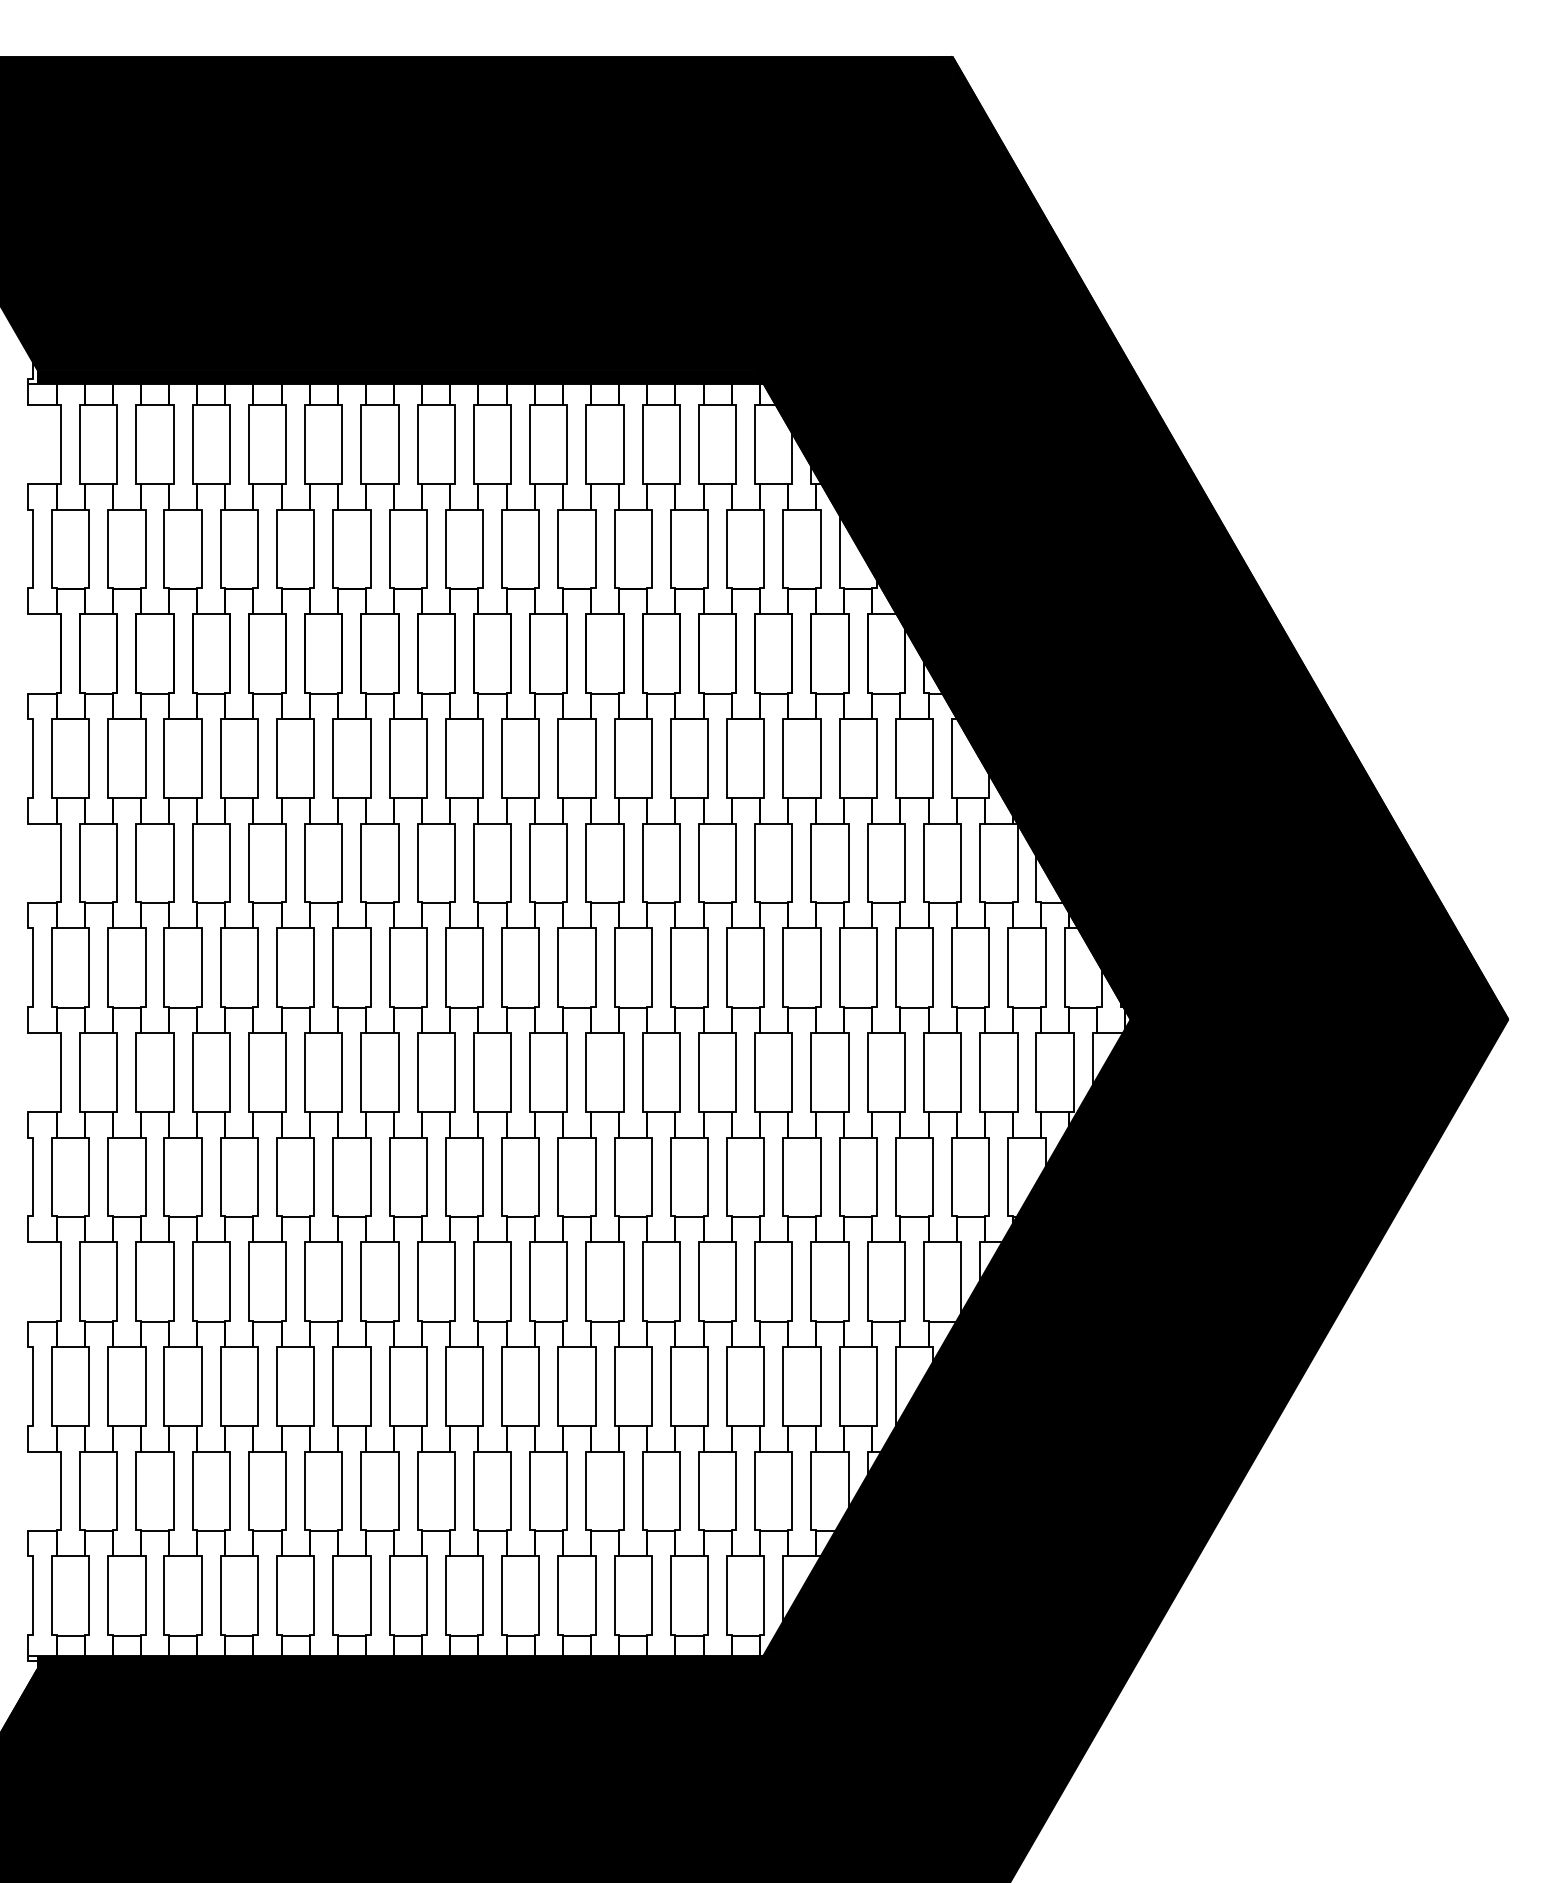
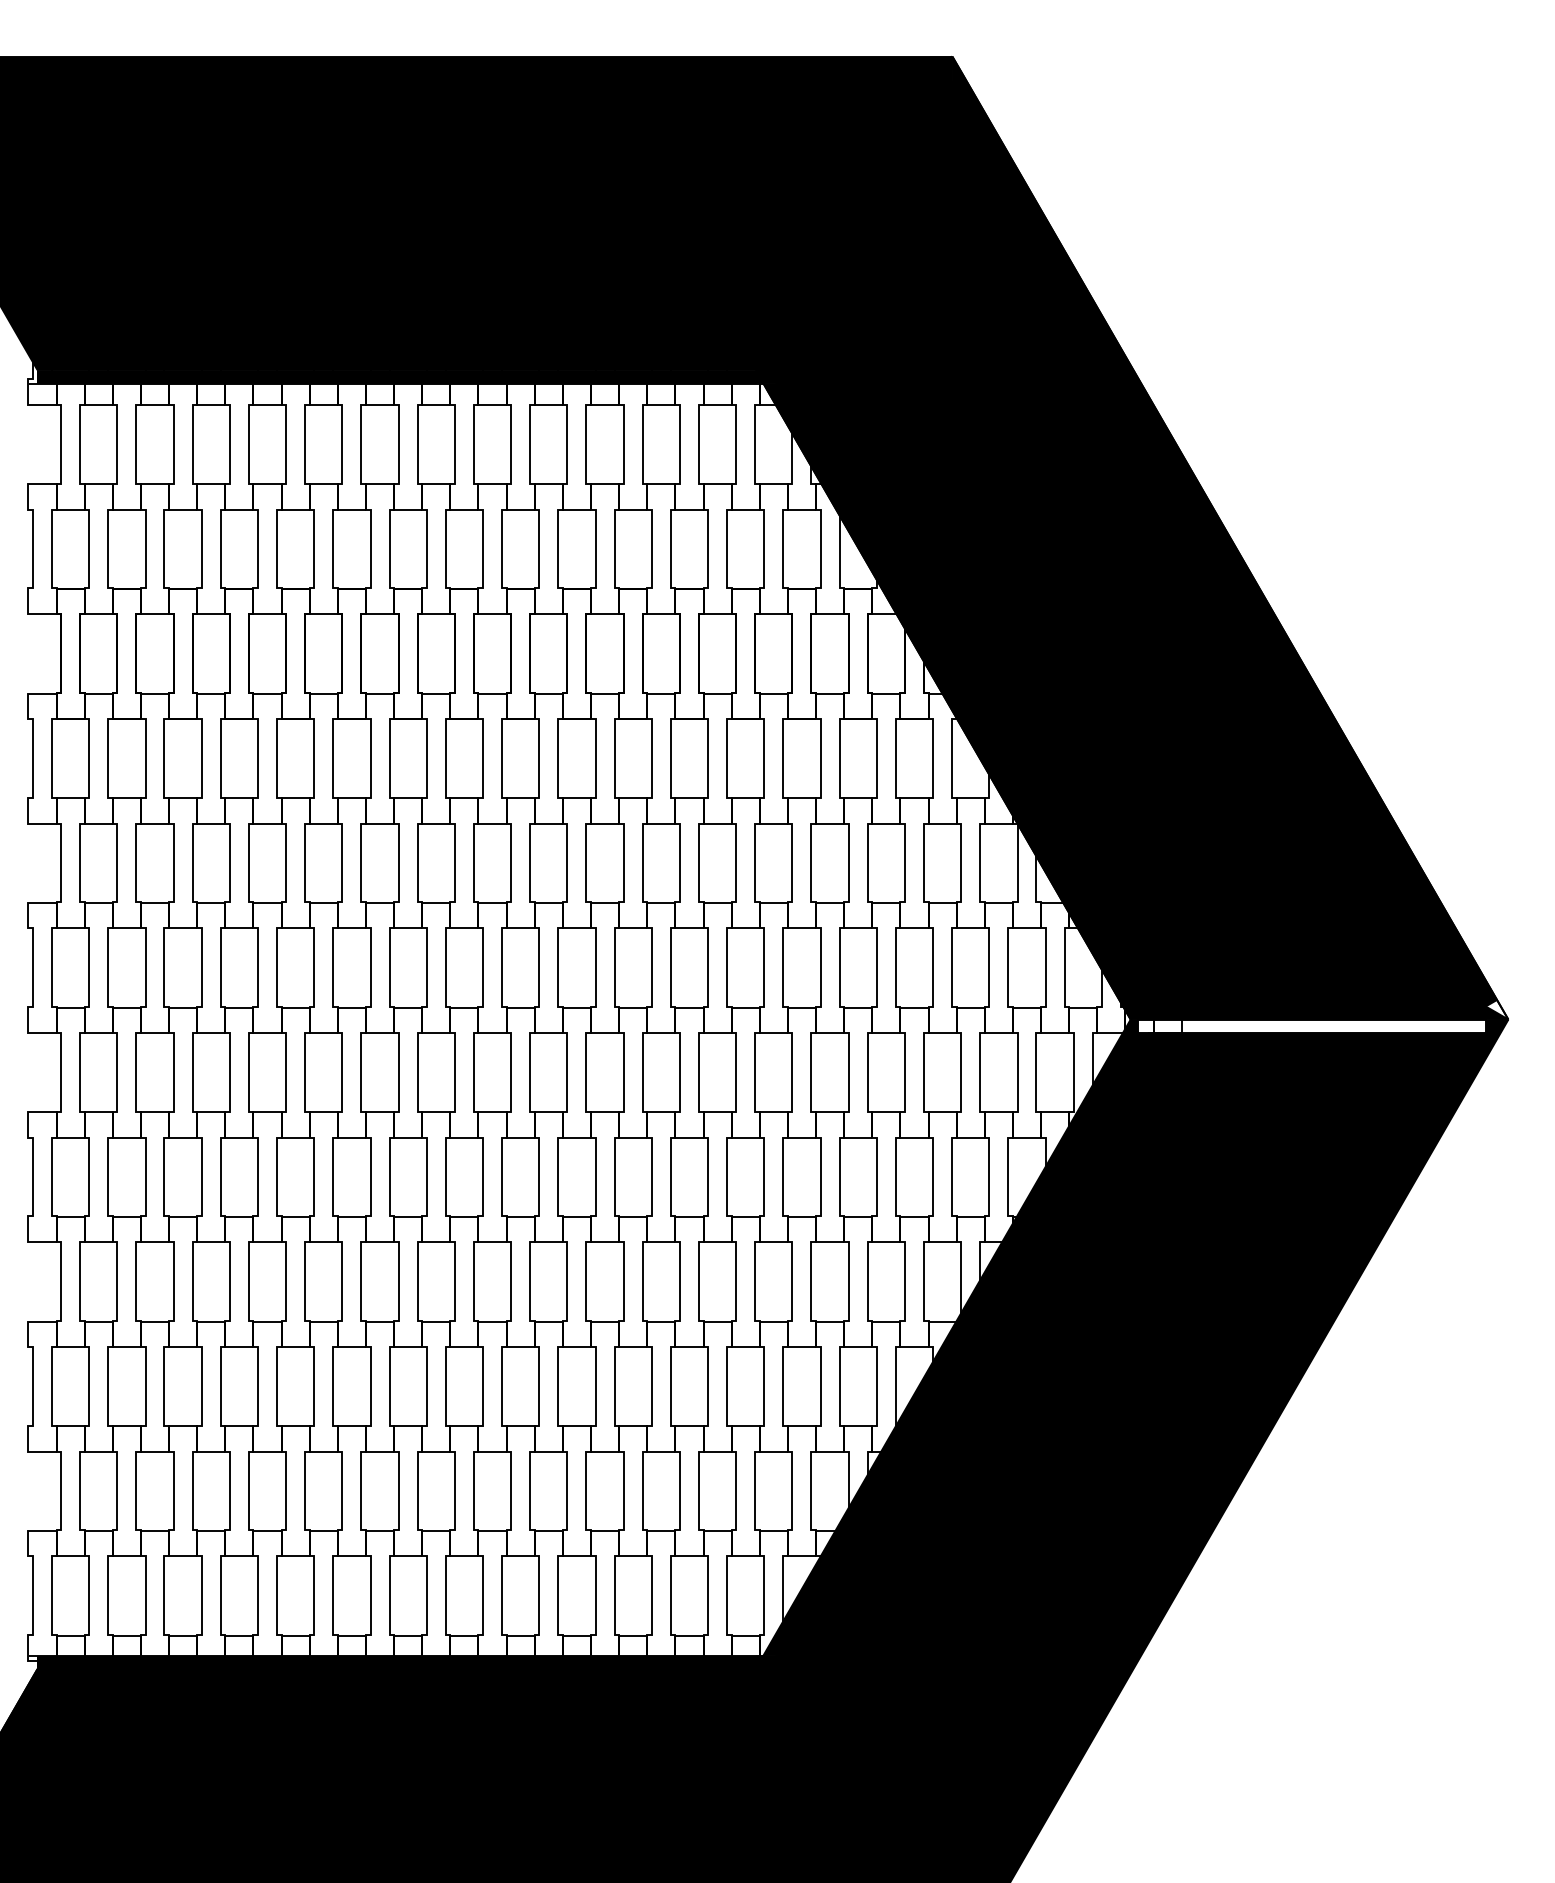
fill at (1496, 1009): present -> none
fill at (1311, 1025): present -> none
